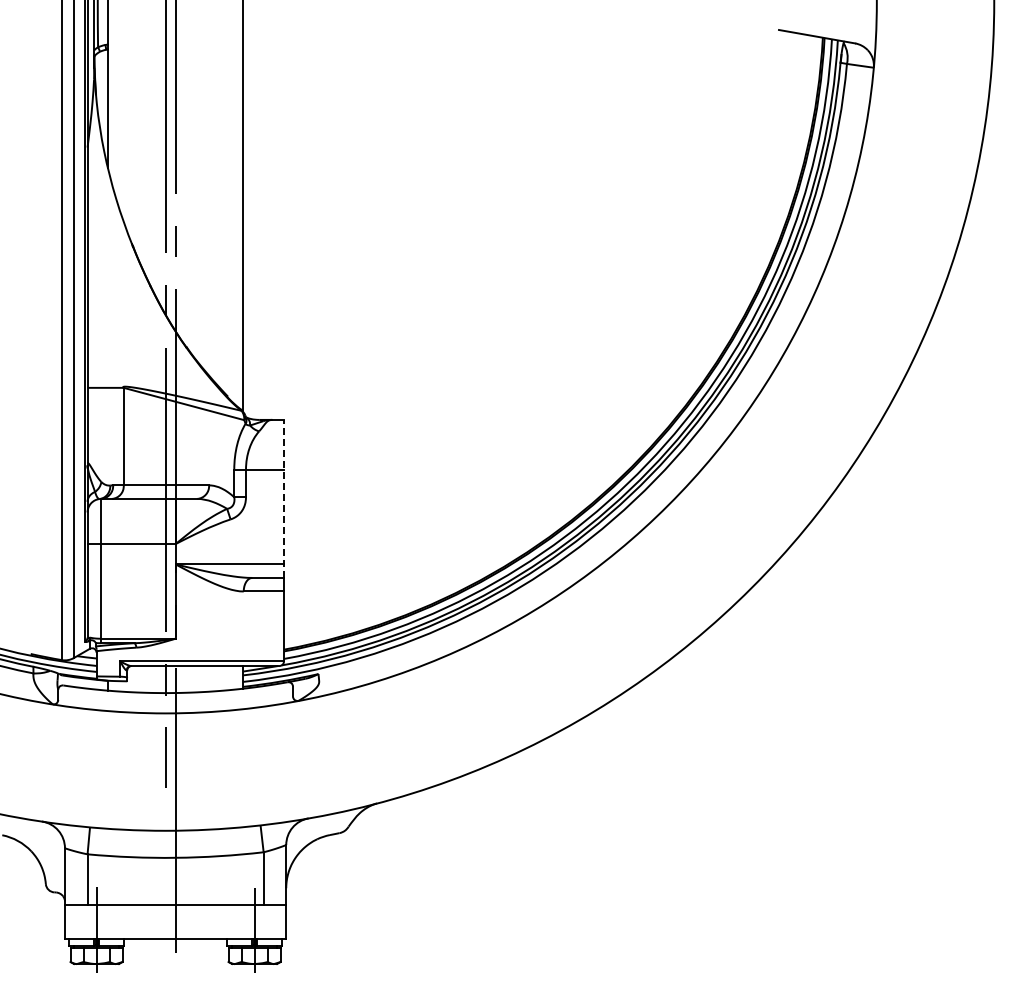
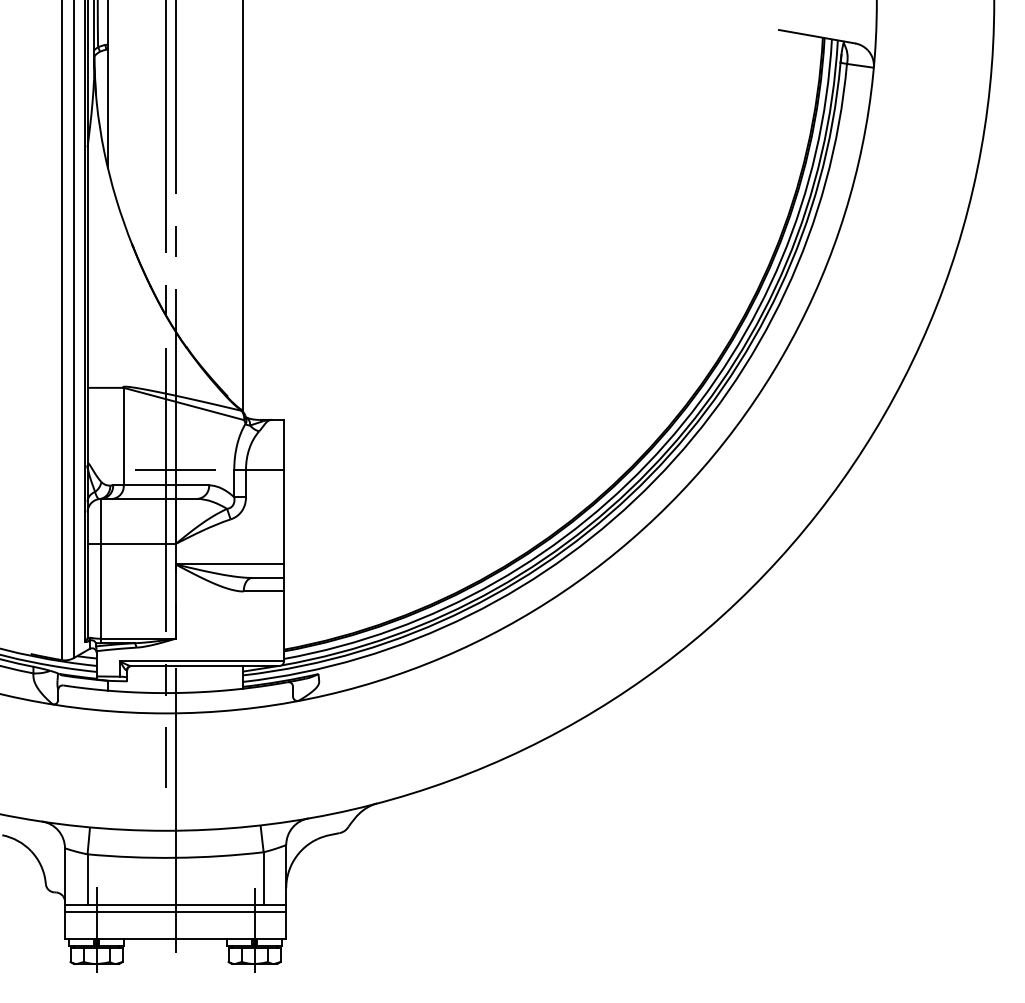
line at (175, 469): none -> present
line at (283, 498): dashed -> solid
line at (175, 912): none -> present
